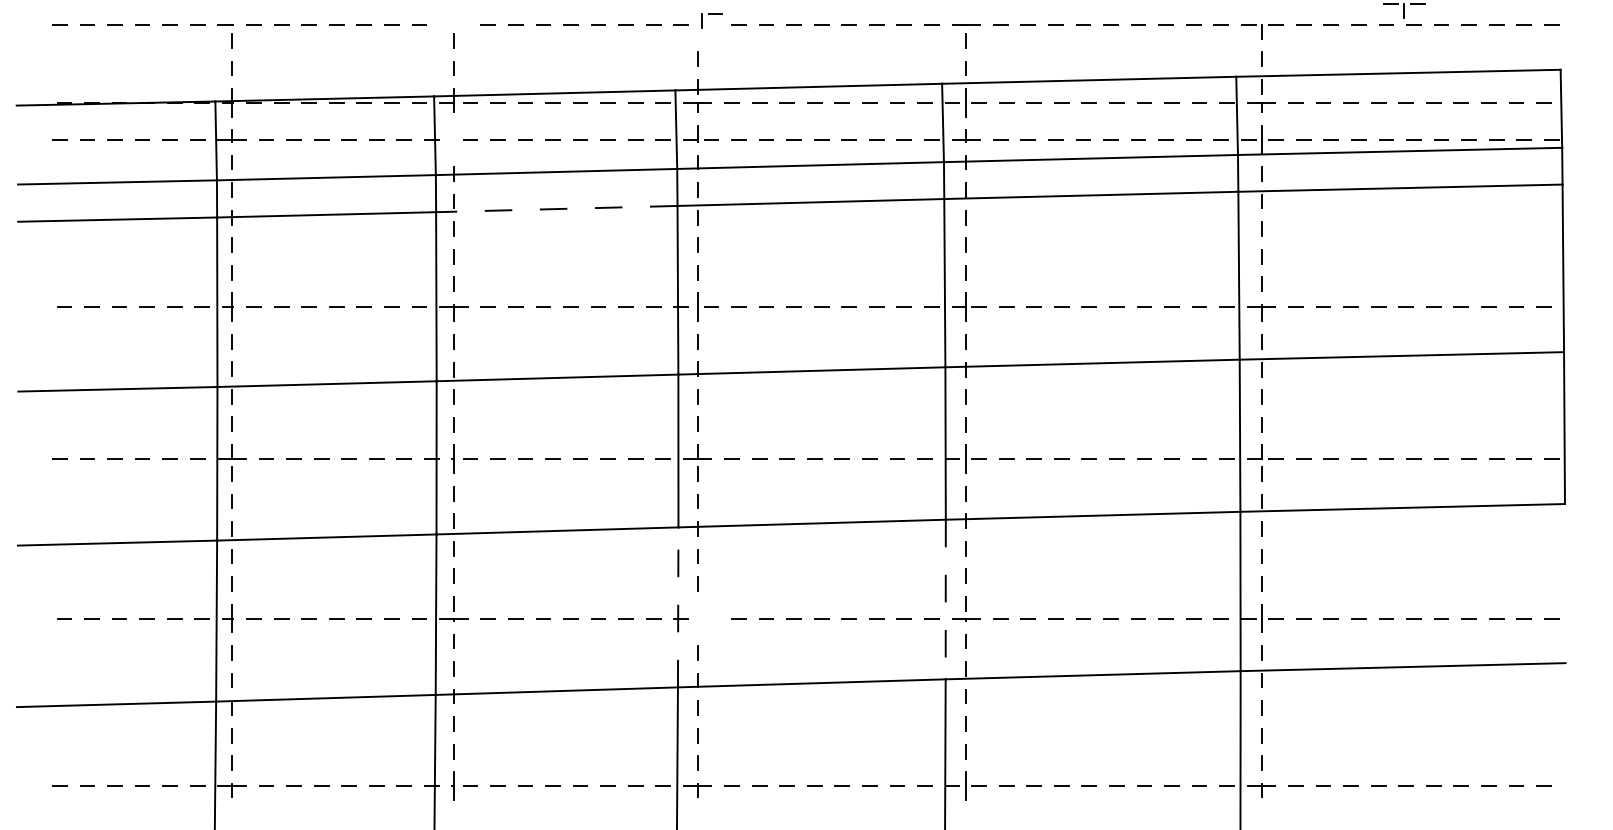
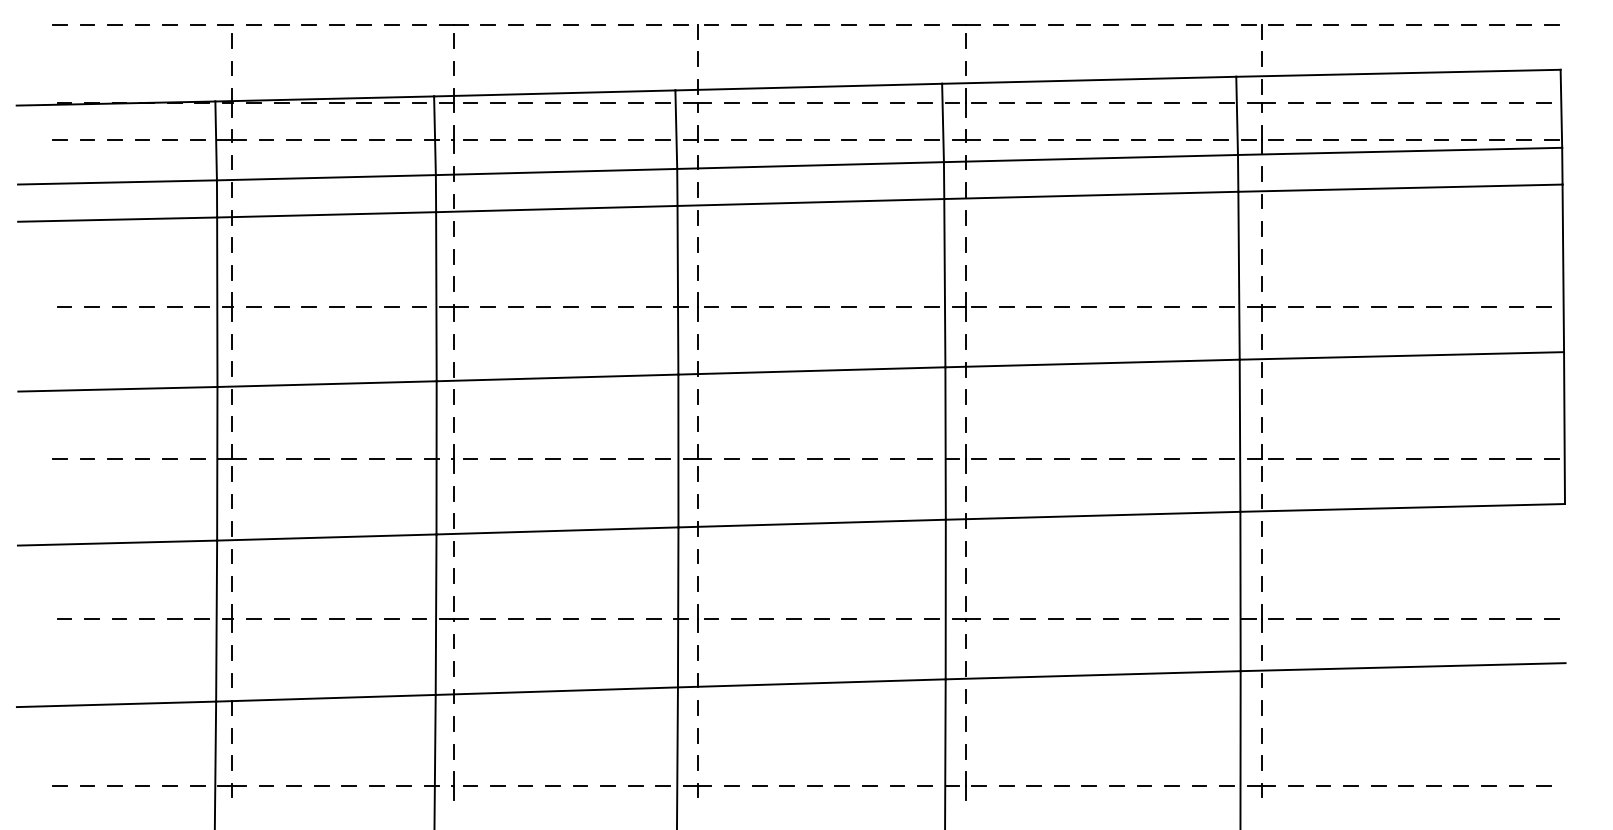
part at (1404, 10): present -> none
part at (711, 20) position: (711, 20) -> (707, 31)
line at (453, 24): none -> present
part at (452, 139): none -> present
line at (556, 209): dashed -> solid
line at (945, 599): dashed -> solid
line at (678, 607): dashed -> solid
part at (707, 618): none -> present
